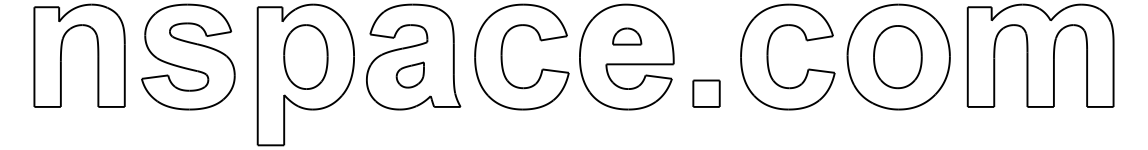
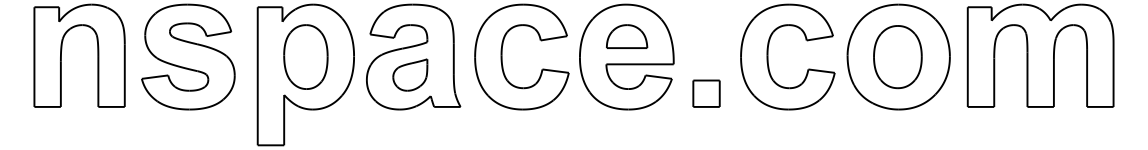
part at (627, 36) size: 31x19 px -> 43x25 px
part at (409, 74) size: 30x28 px -> 37x34 px
